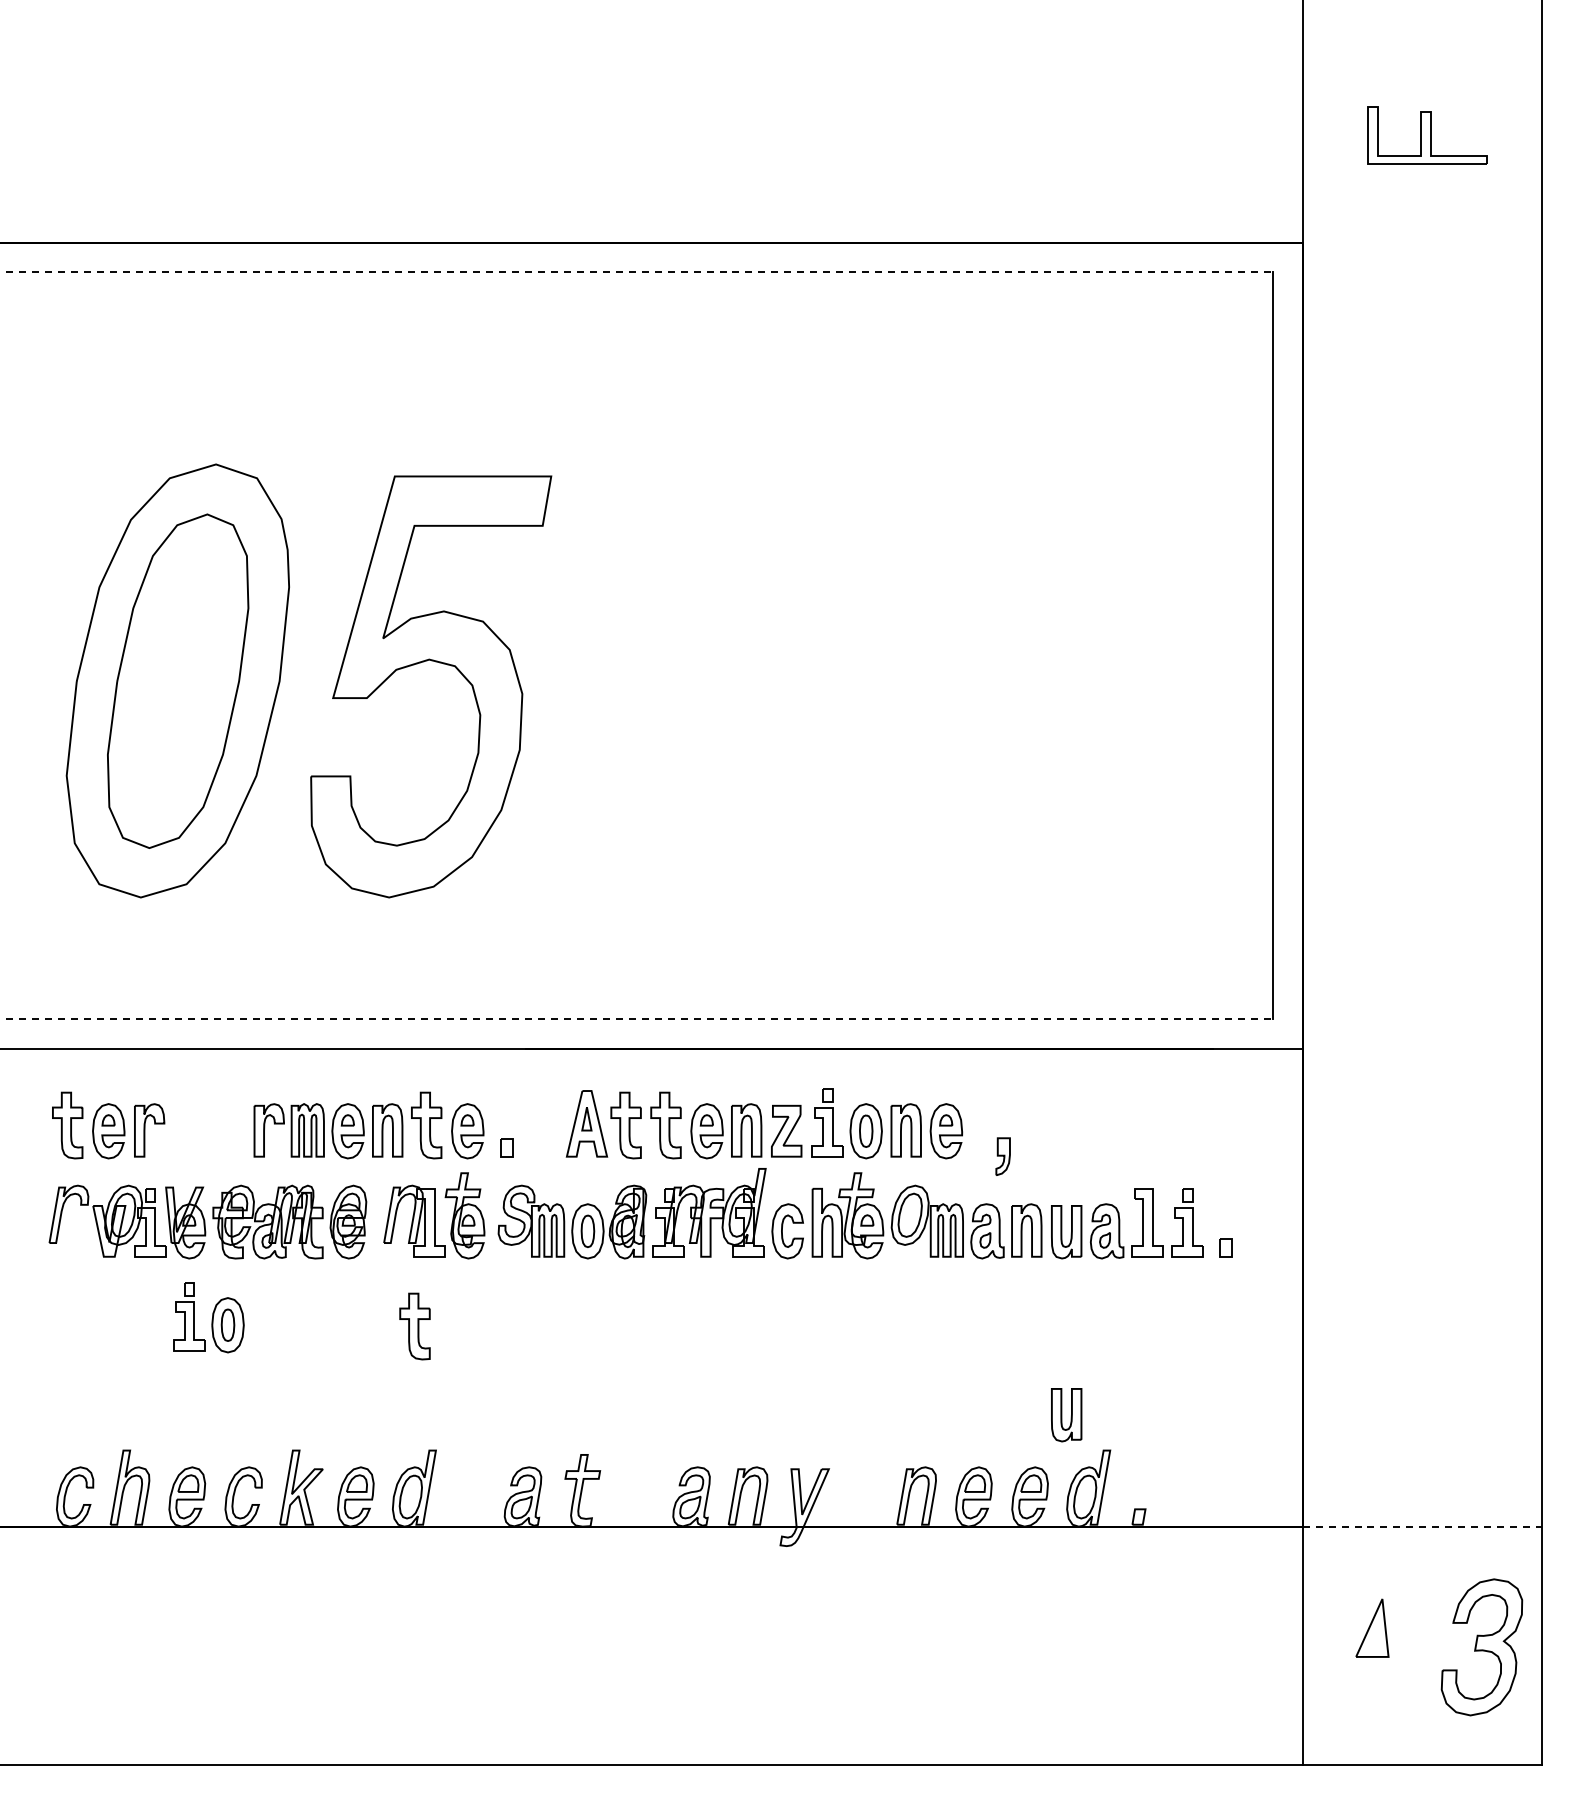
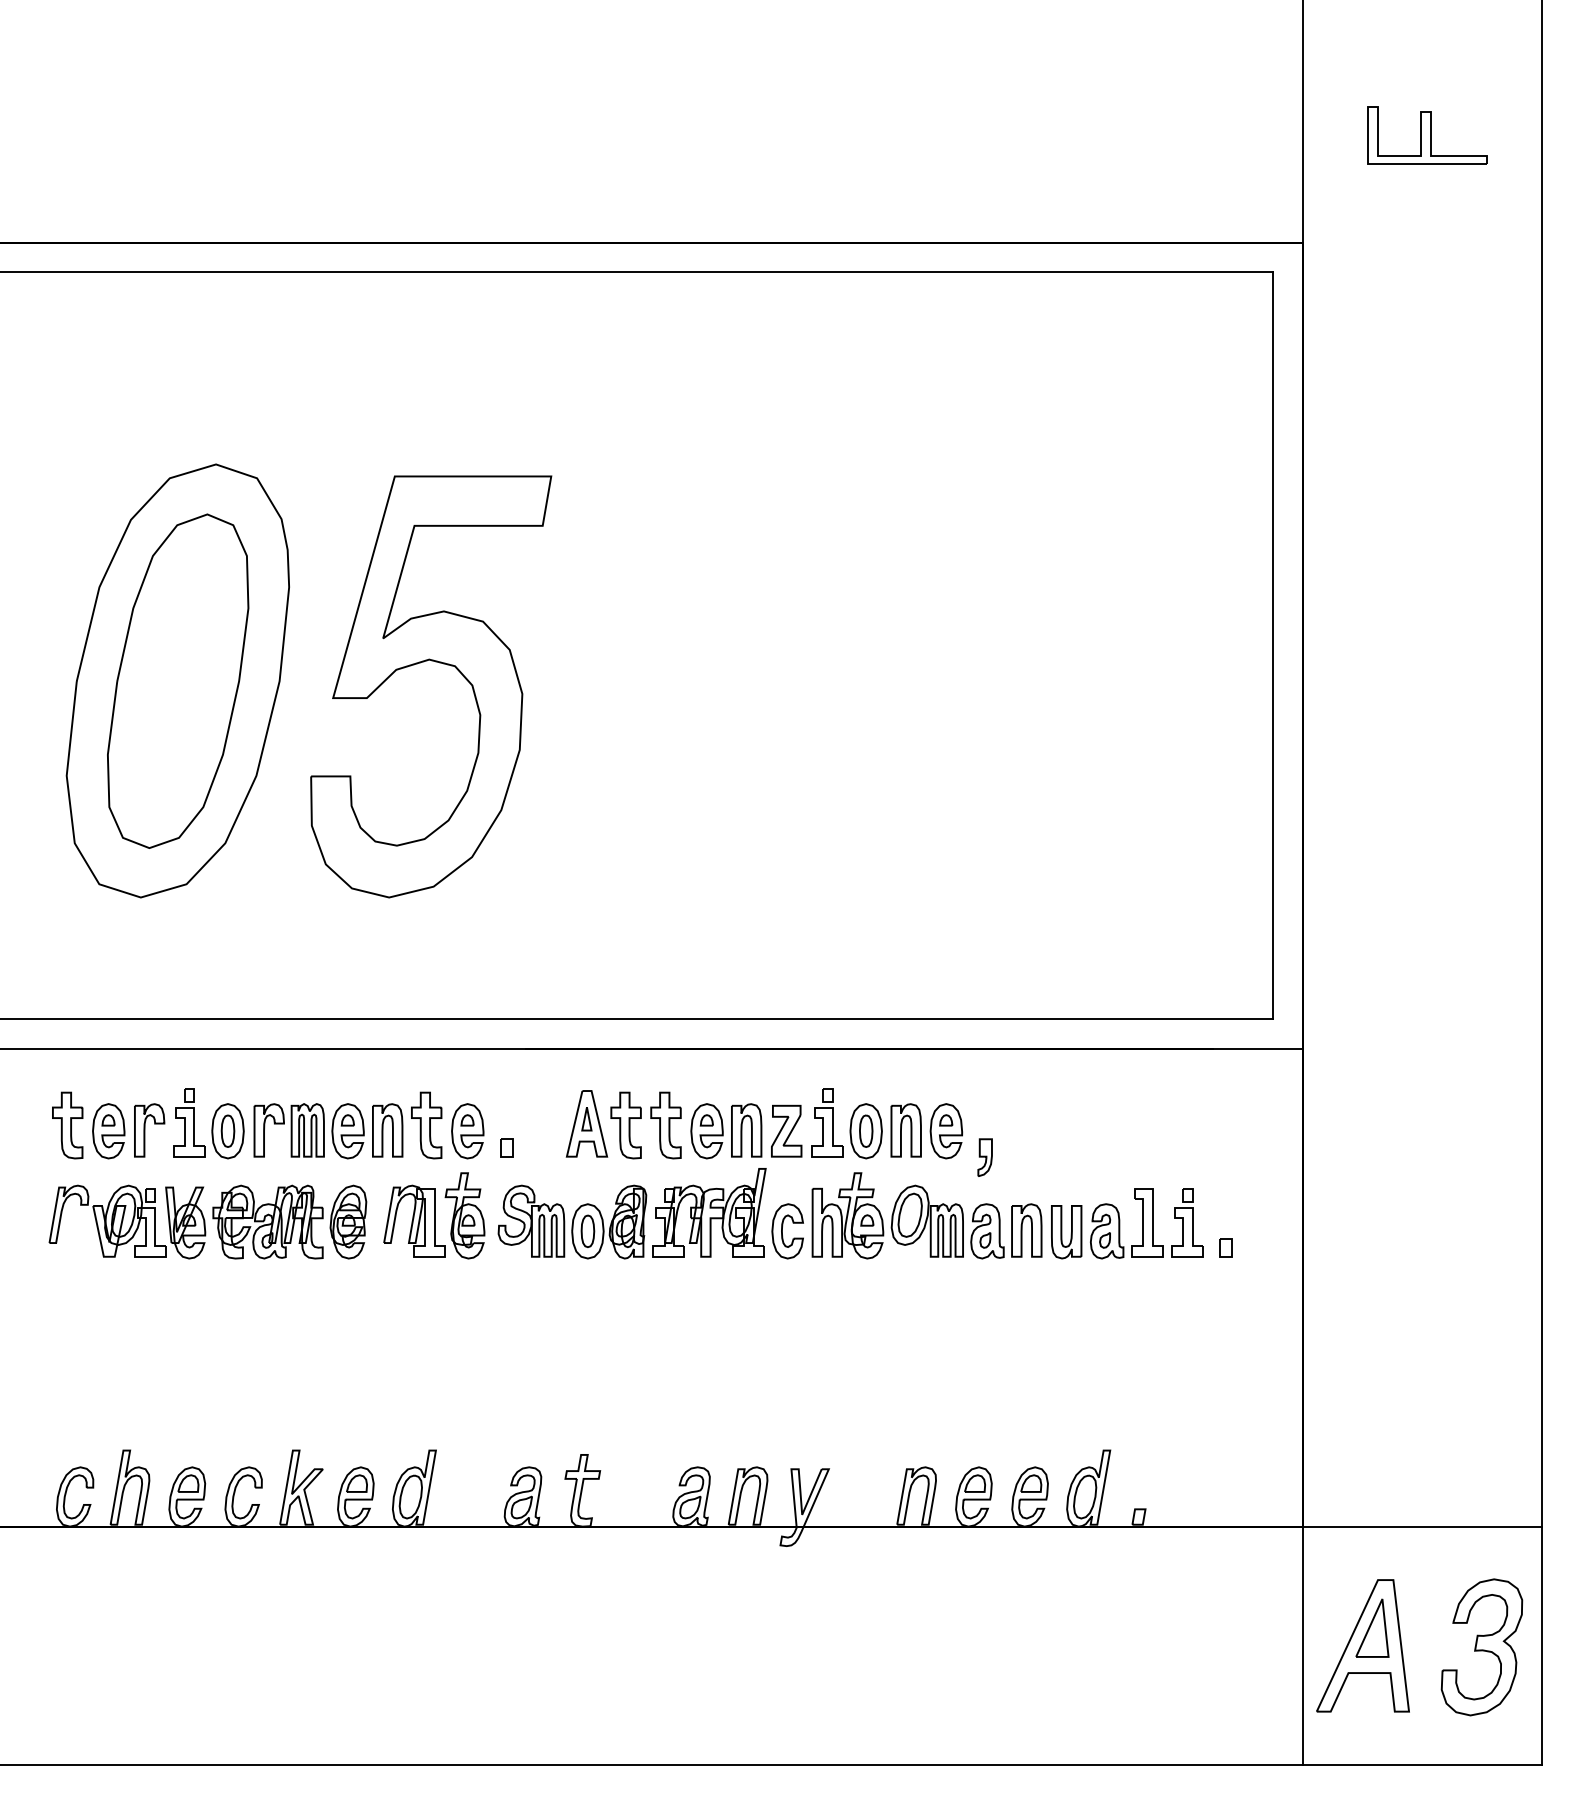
line at (636, 272): dashed -> solid
line at (636, 1018): dashed -> solid
part at (1002, 1156) position: (1002, 1156) -> (984, 1157)
part at (208, 1317) position: (208, 1317) -> (208, 1123)
part at (414, 1326): present -> none
part at (1066, 1415): present -> none
line at (1422, 1526): dashed -> solid
part at (1362, 1645): none -> present
